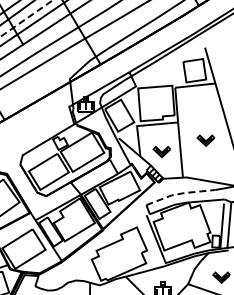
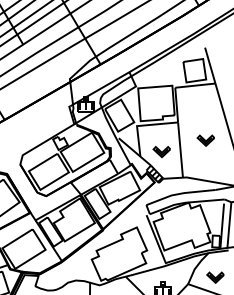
line at (26, 18): dashed -> solid
line at (180, 193): dashed -> solid
part at (221, 277) position: (221, 277) -> (215, 277)
